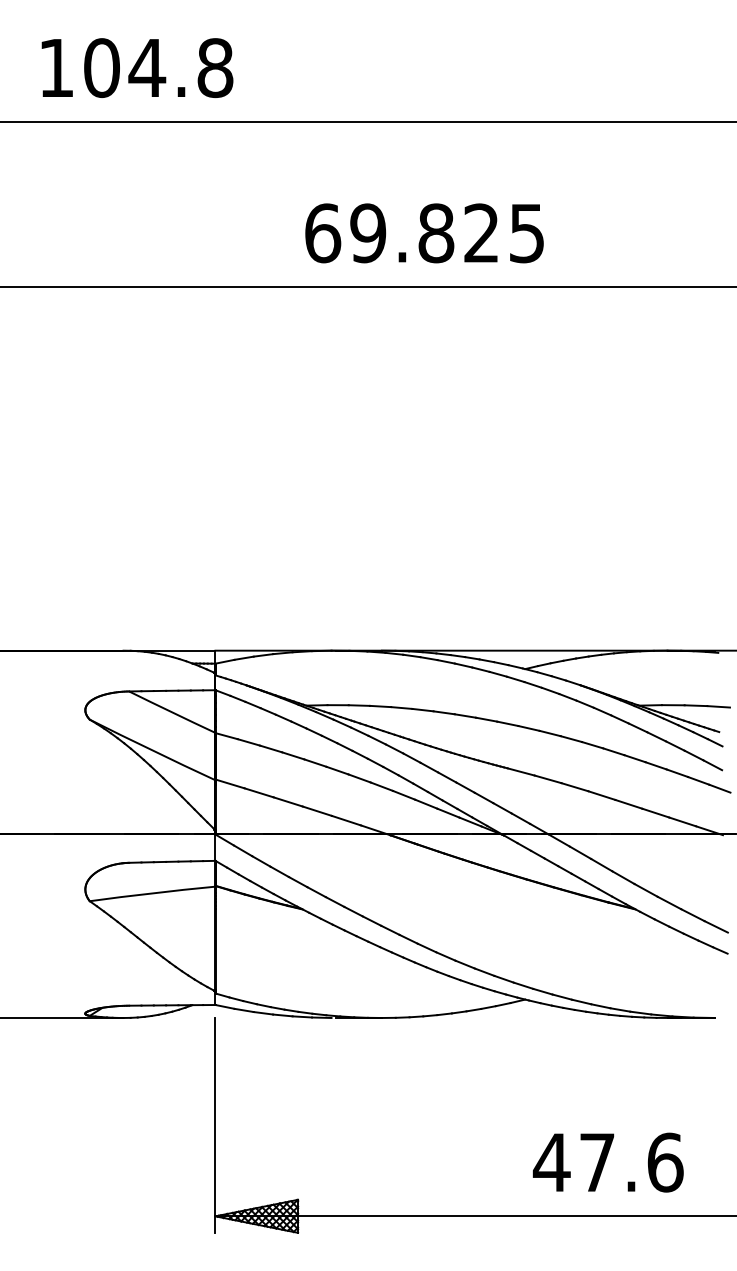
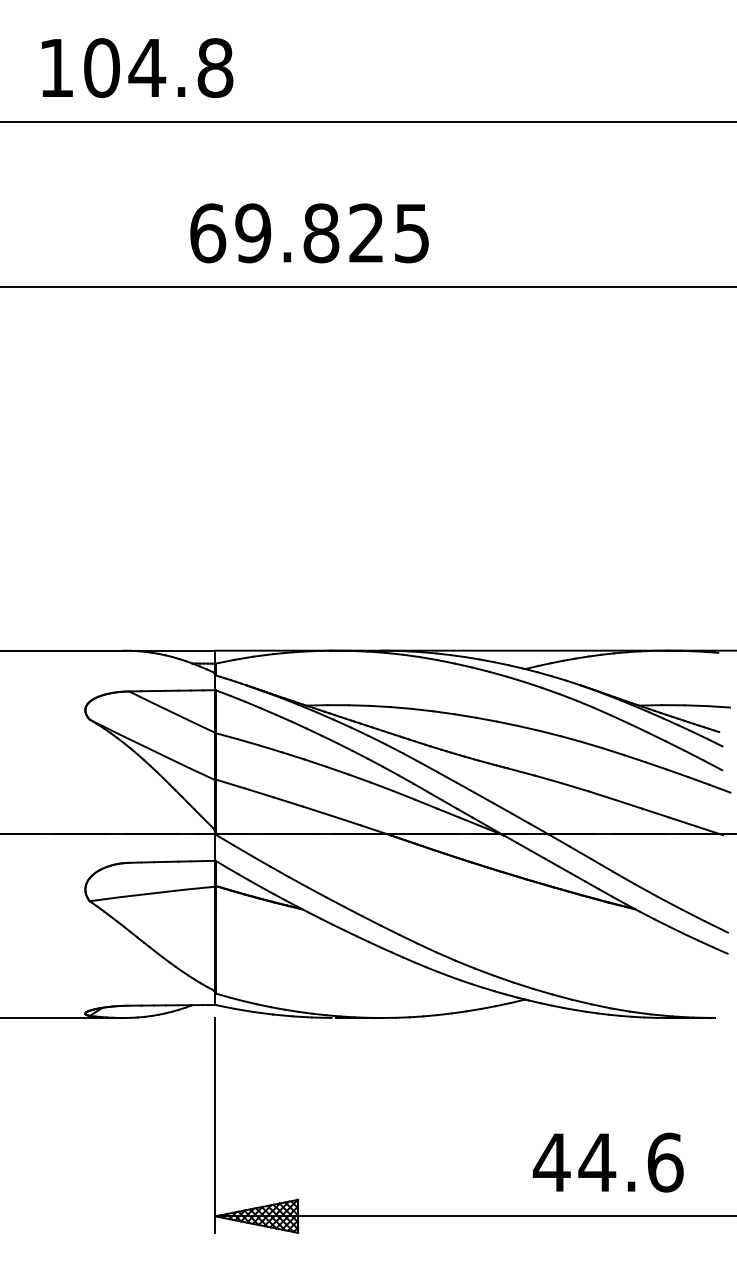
text at (424, 233) position: (424, 233) -> (309, 233)
text at (597, 1162): 47.6 -> 44.6
